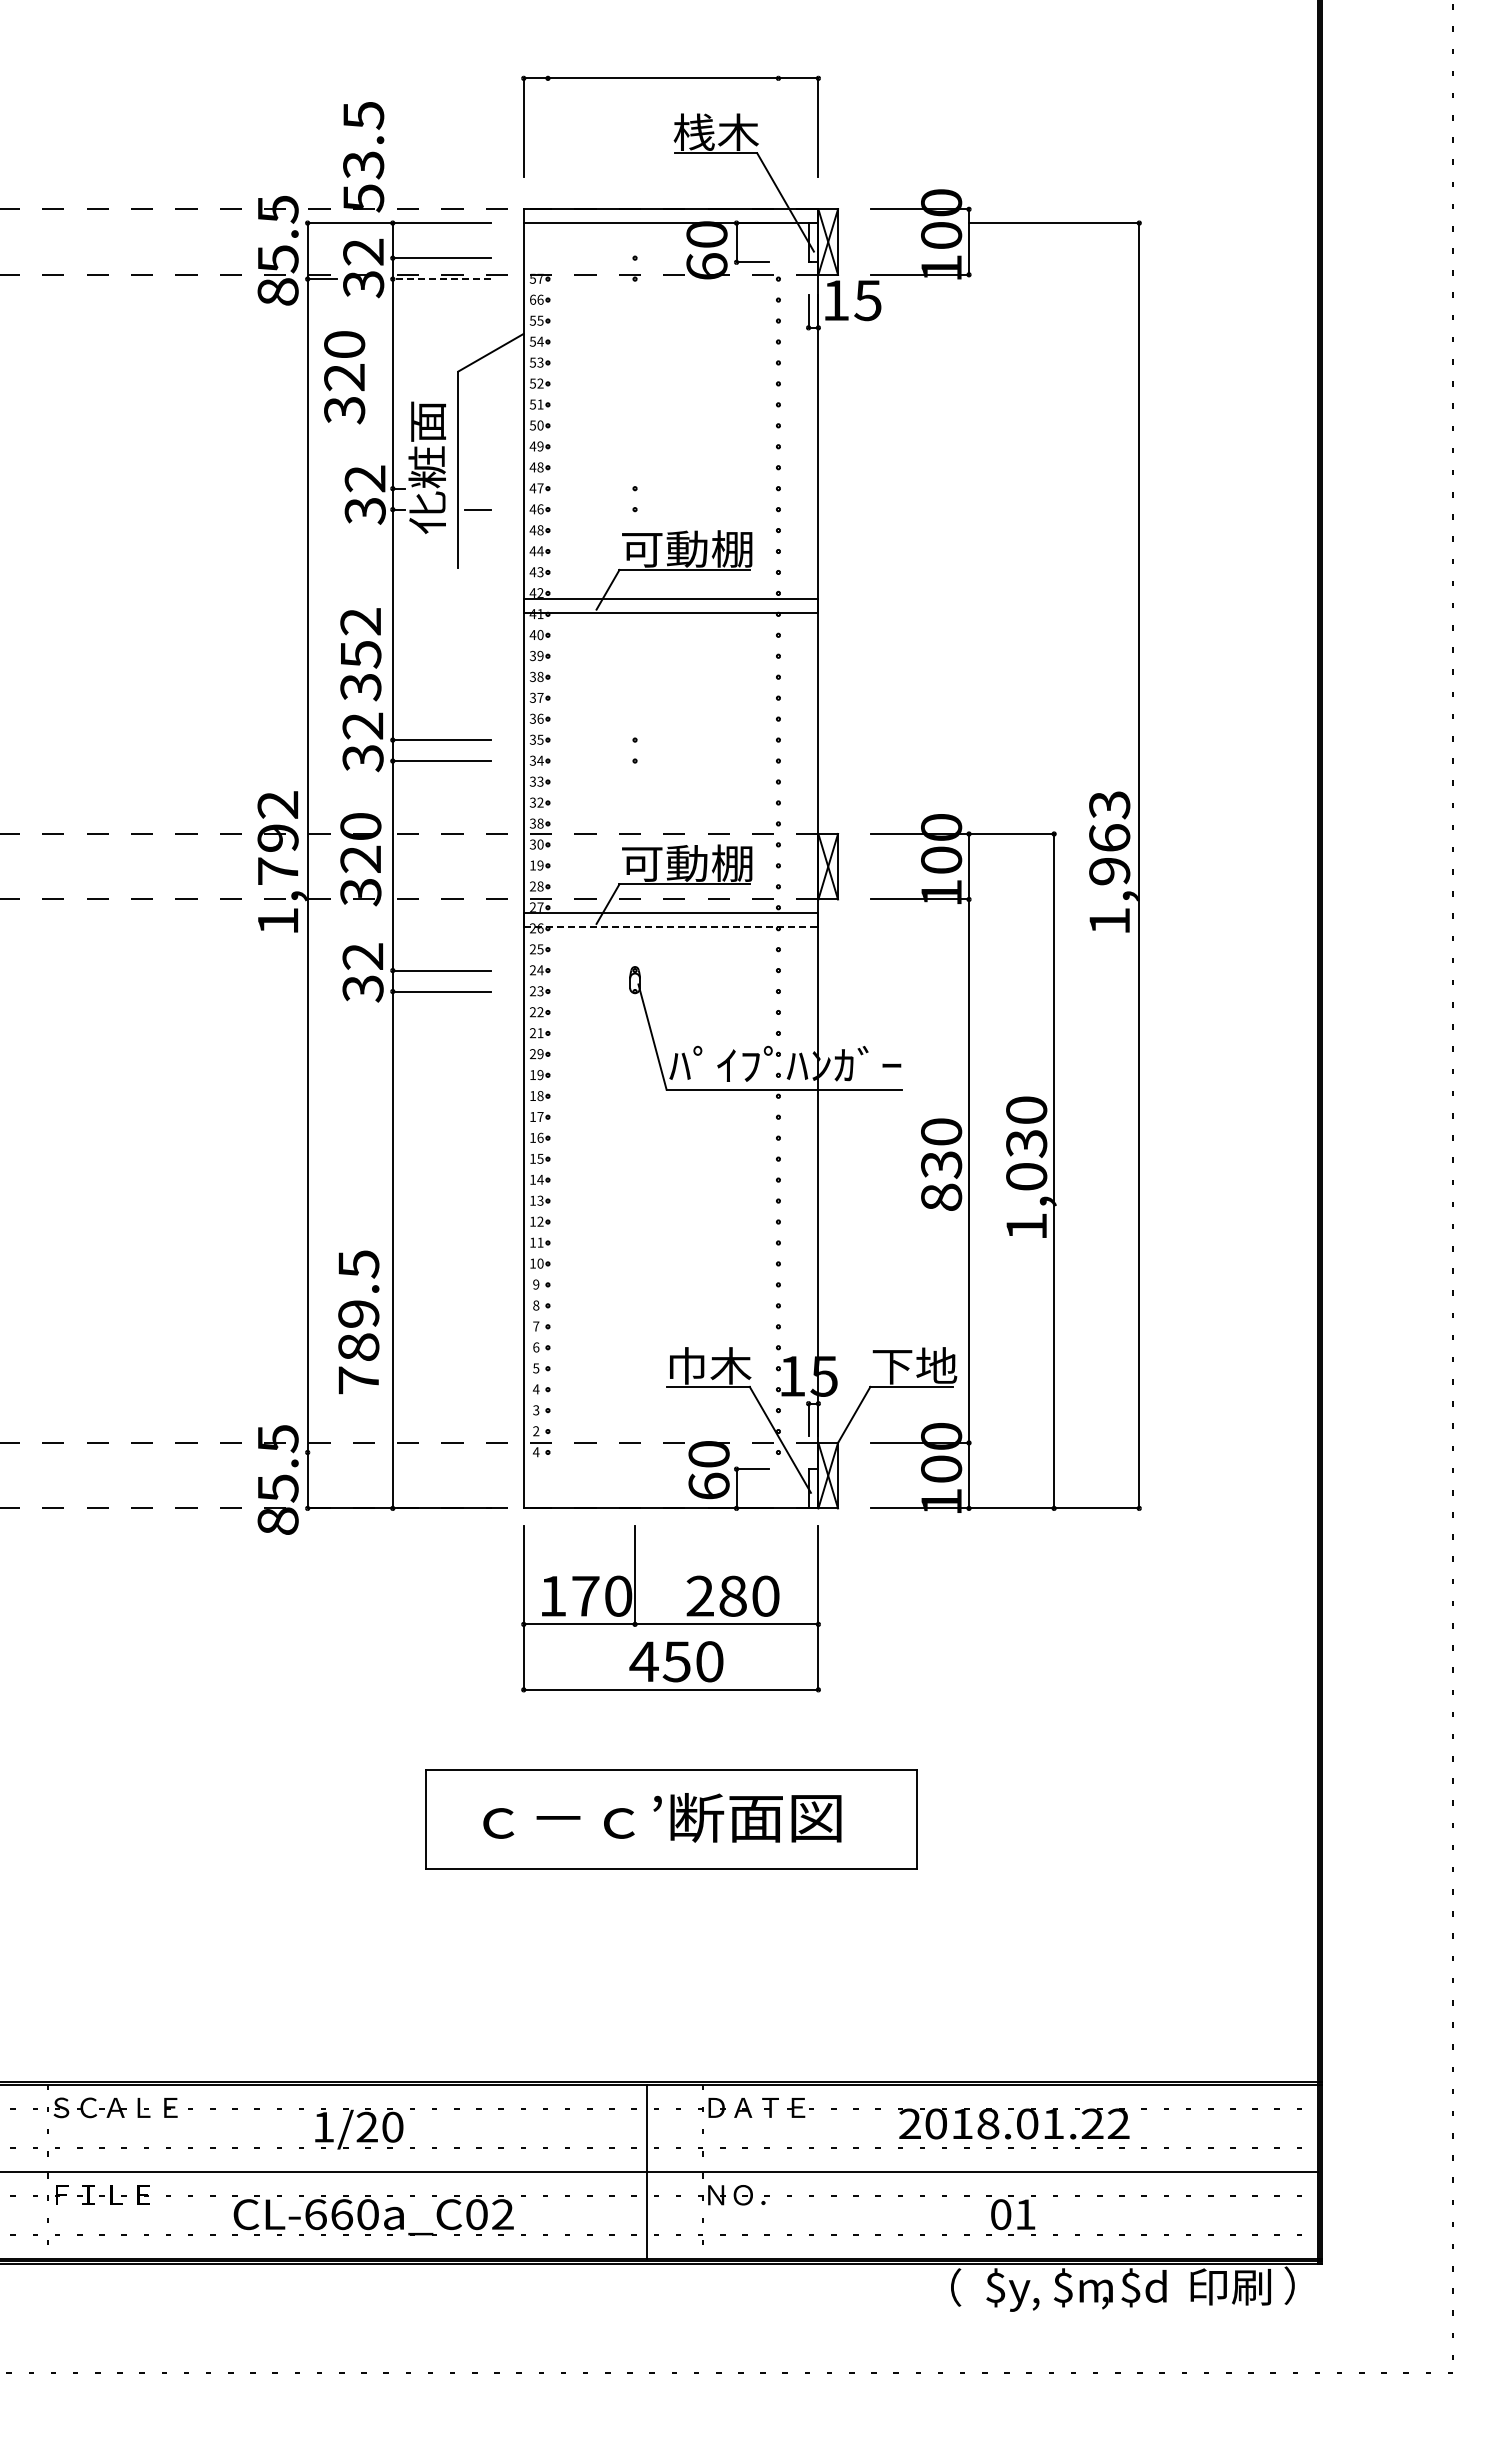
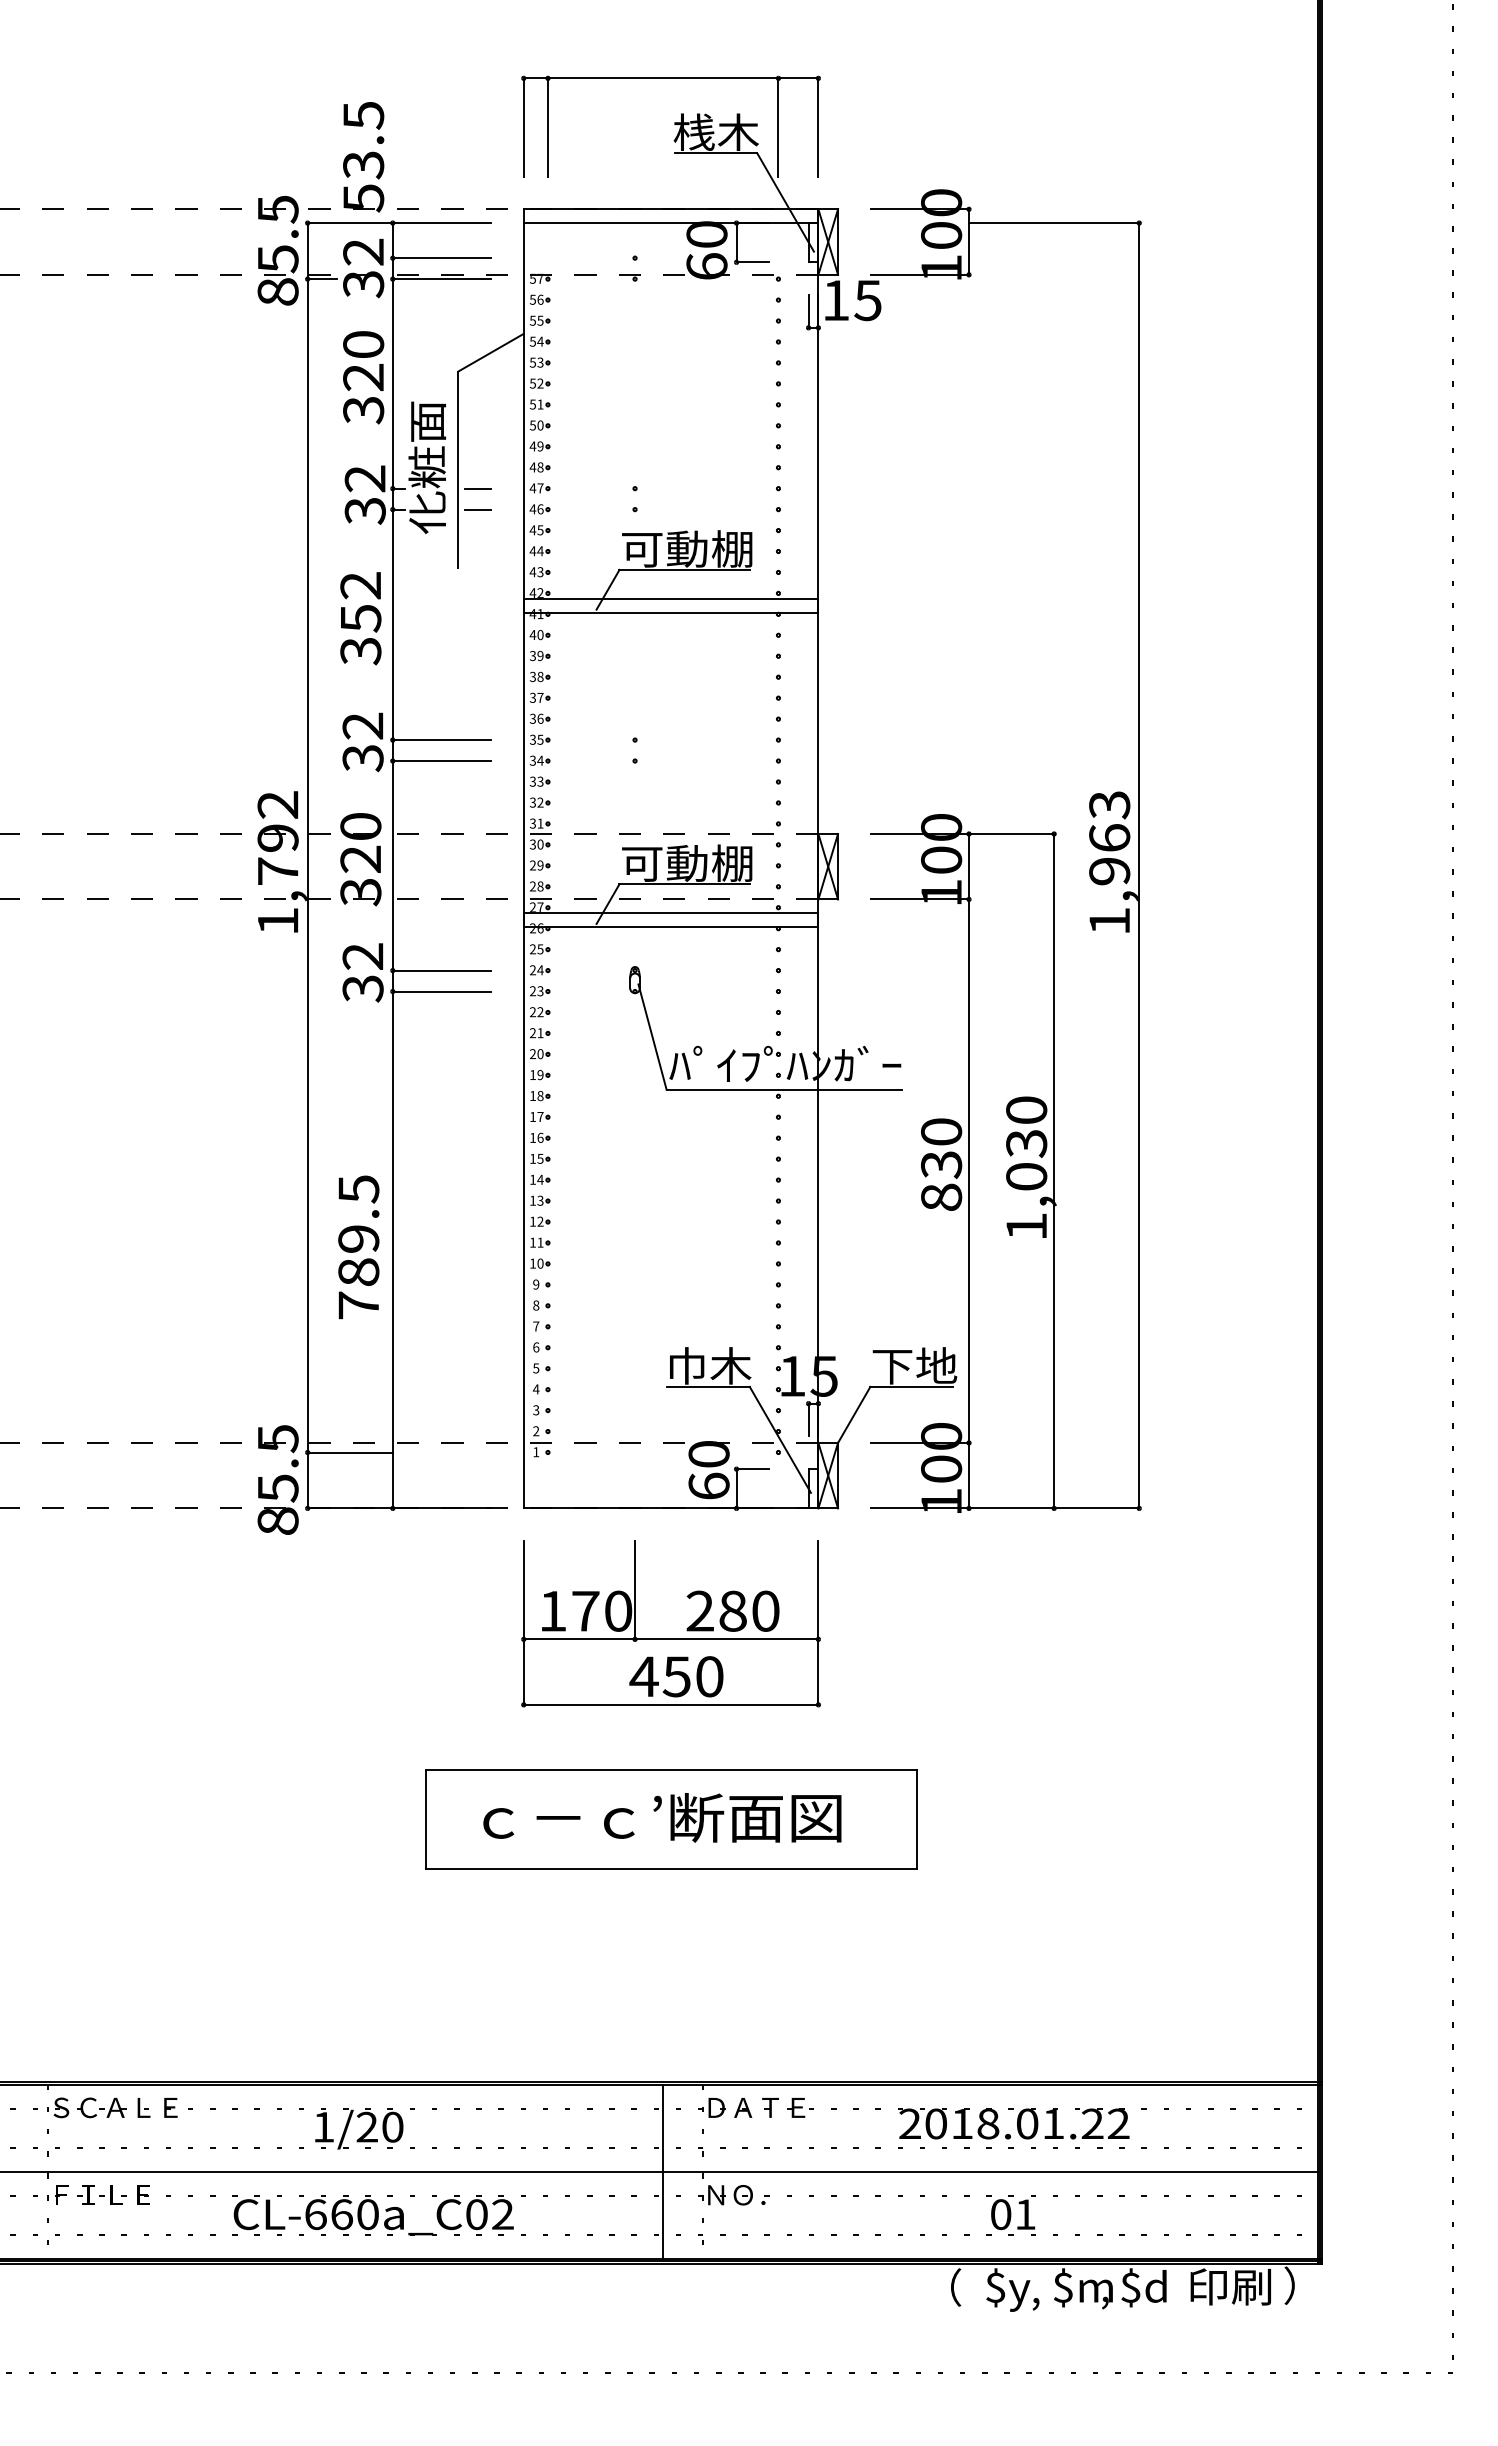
line at (547, 127): none -> present
line at (778, 127): none -> present
line at (441, 279): dashed -> solid
text at (532, 299): 66 -> 56
text at (344, 377) position: (344, 377) -> (363, 377)
line at (477, 488): none -> present
text at (540, 530): 48 -> 45
text at (360, 654) position: (360, 654) -> (360, 618)
text at (540, 823): 38 -> 31
text at (532, 865): 19 -> 29
line at (671, 926): dashed -> solid
text at (540, 1054): 29 -> 20
text at (358, 1322) position: (358, 1322) -> (358, 1247)
line at (349, 1452): none -> present
text at (536, 1452): 4 -> 1
part at (670, 1623) position: (670, 1623) -> (670, 1638)
line at (647, 2171) position: (647, 2171) -> (663, 2171)
